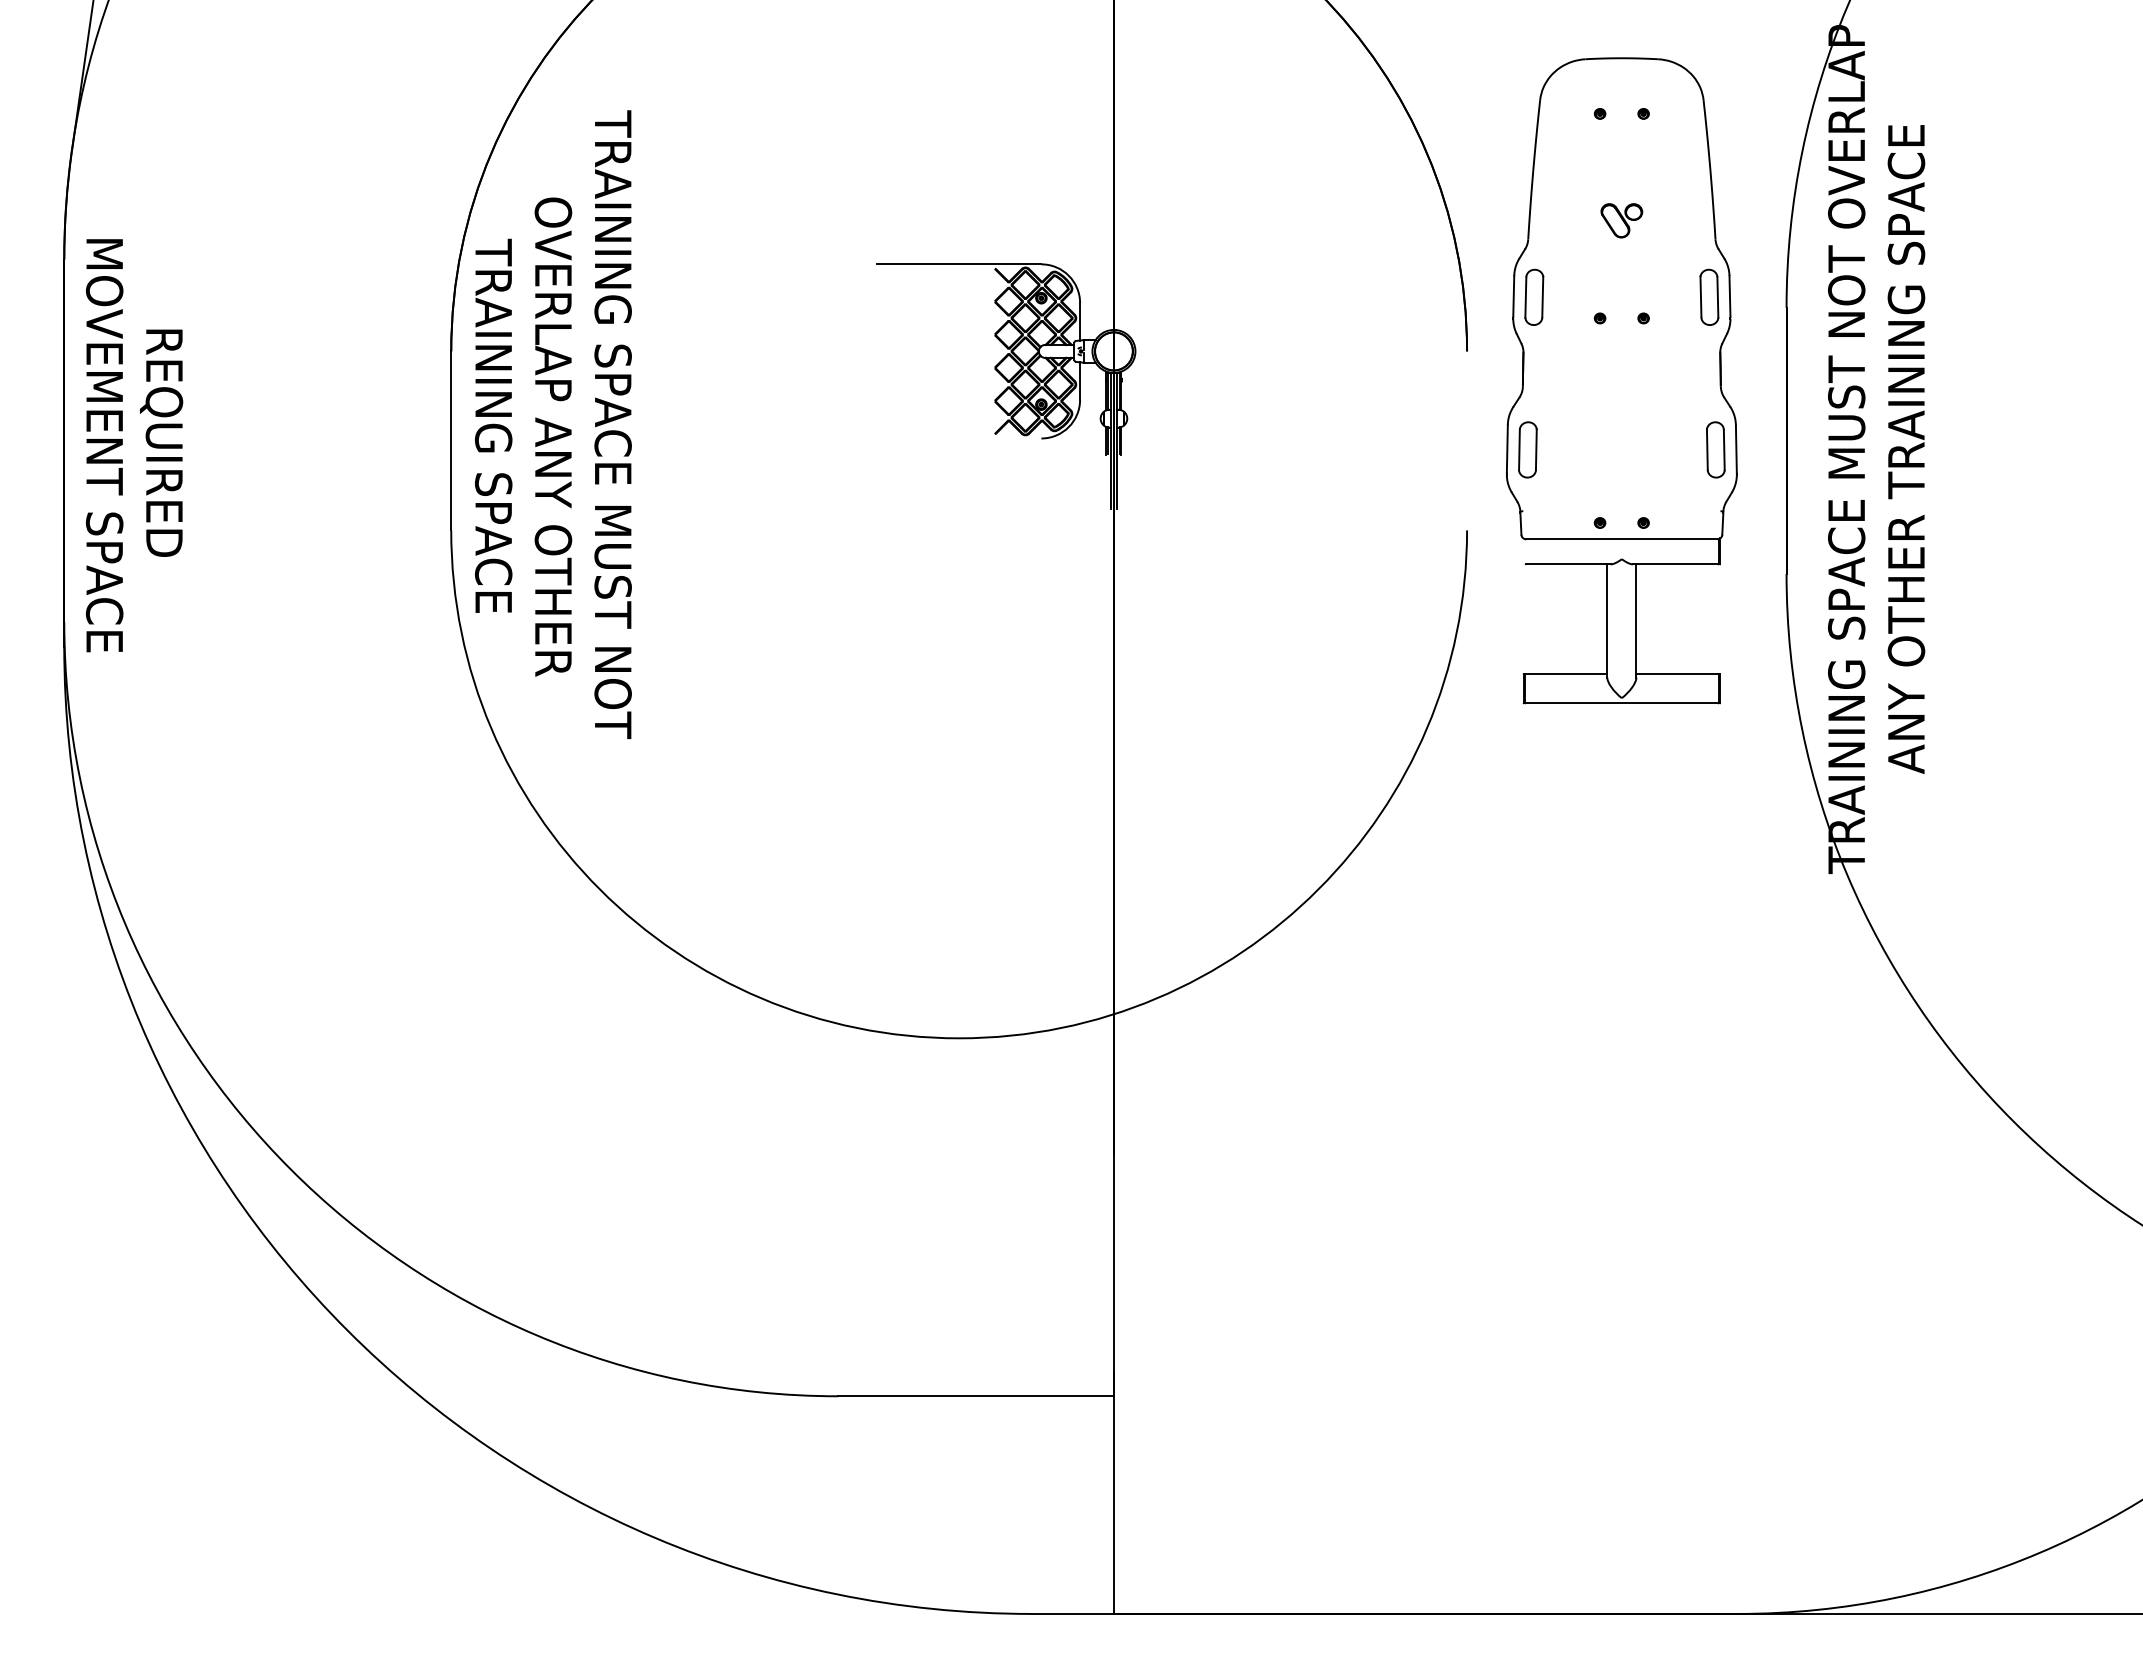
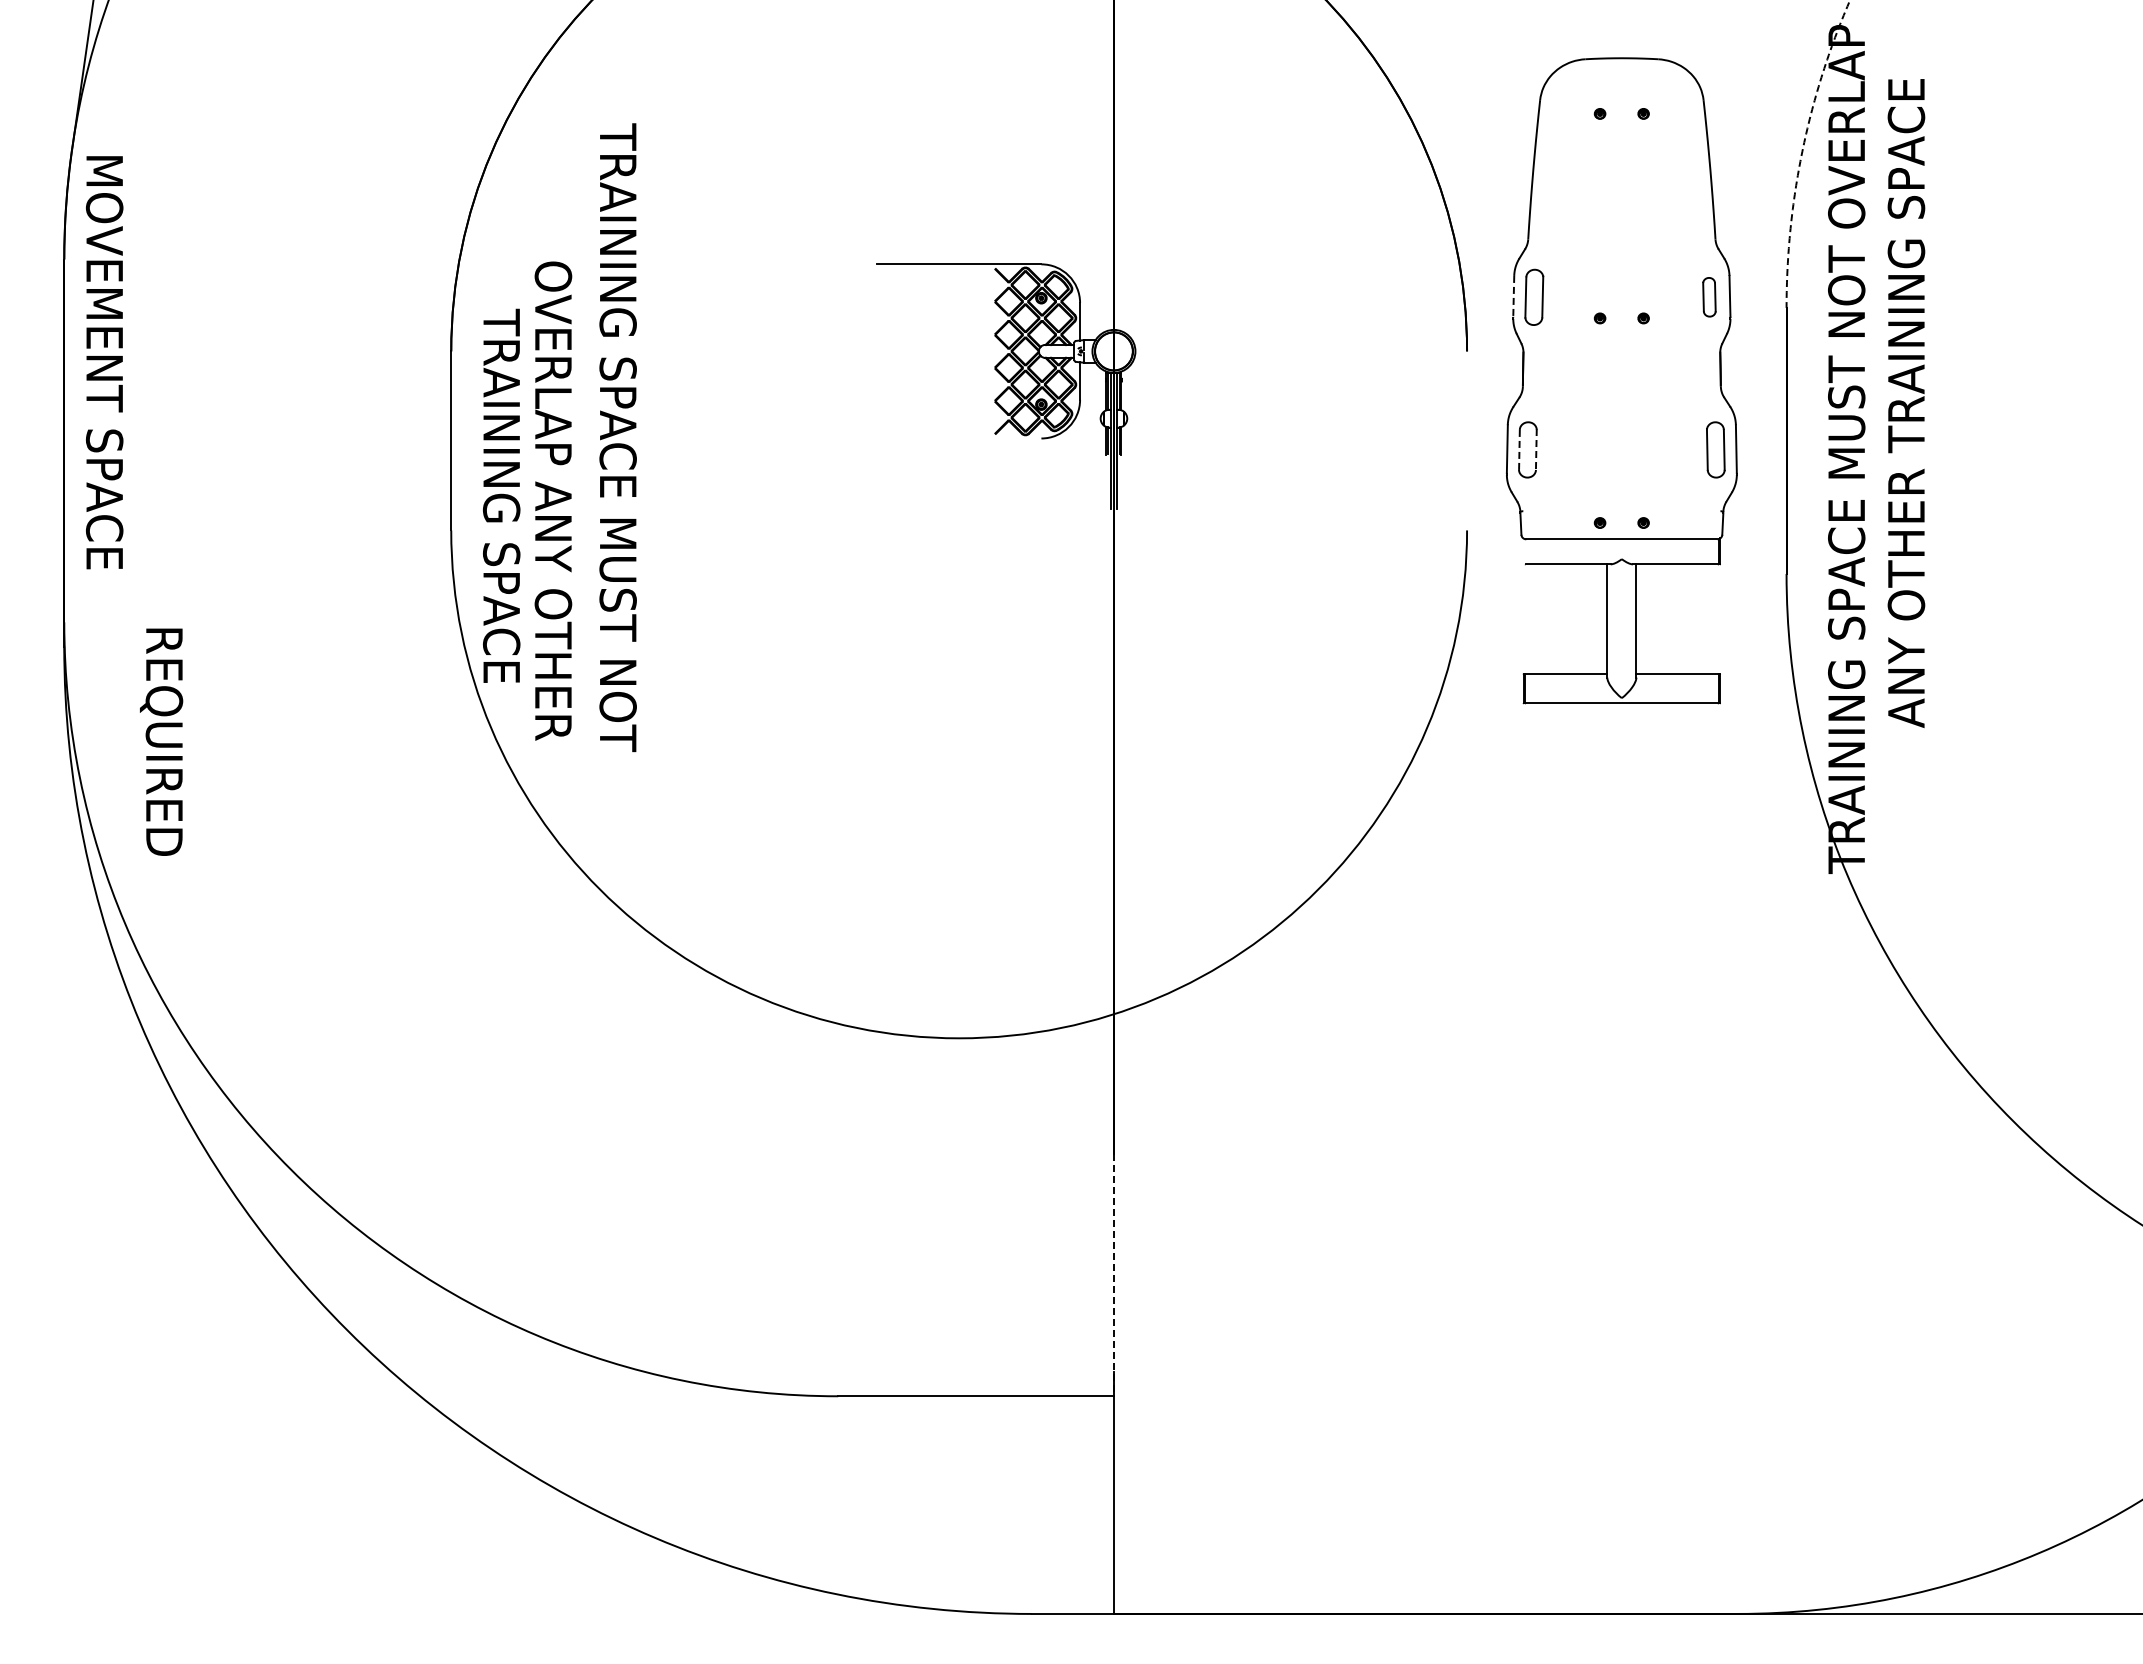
arc at (1802, 150): solid -> dashed
part at (1621, 220): present -> none
line at (1513, 296): solid -> dashed
part at (1709, 296) size: 21x58 px -> 15x41 px
text at (612, 424) position: (612, 424) -> (617, 437)
text at (493, 425) position: (493, 425) -> (501, 495)
text at (553, 436) position: (553, 436) -> (553, 500)
text at (161, 442) position: (161, 442) -> (161, 741)
text at (104, 445) position: (104, 445) -> (104, 362)
line at (1536, 449): solid -> dashed
text at (1906, 449) position: (1906, 449) -> (1906, 403)
line at (1519, 450): solid -> dashed
line at (1113, 1275): solid -> dashed
